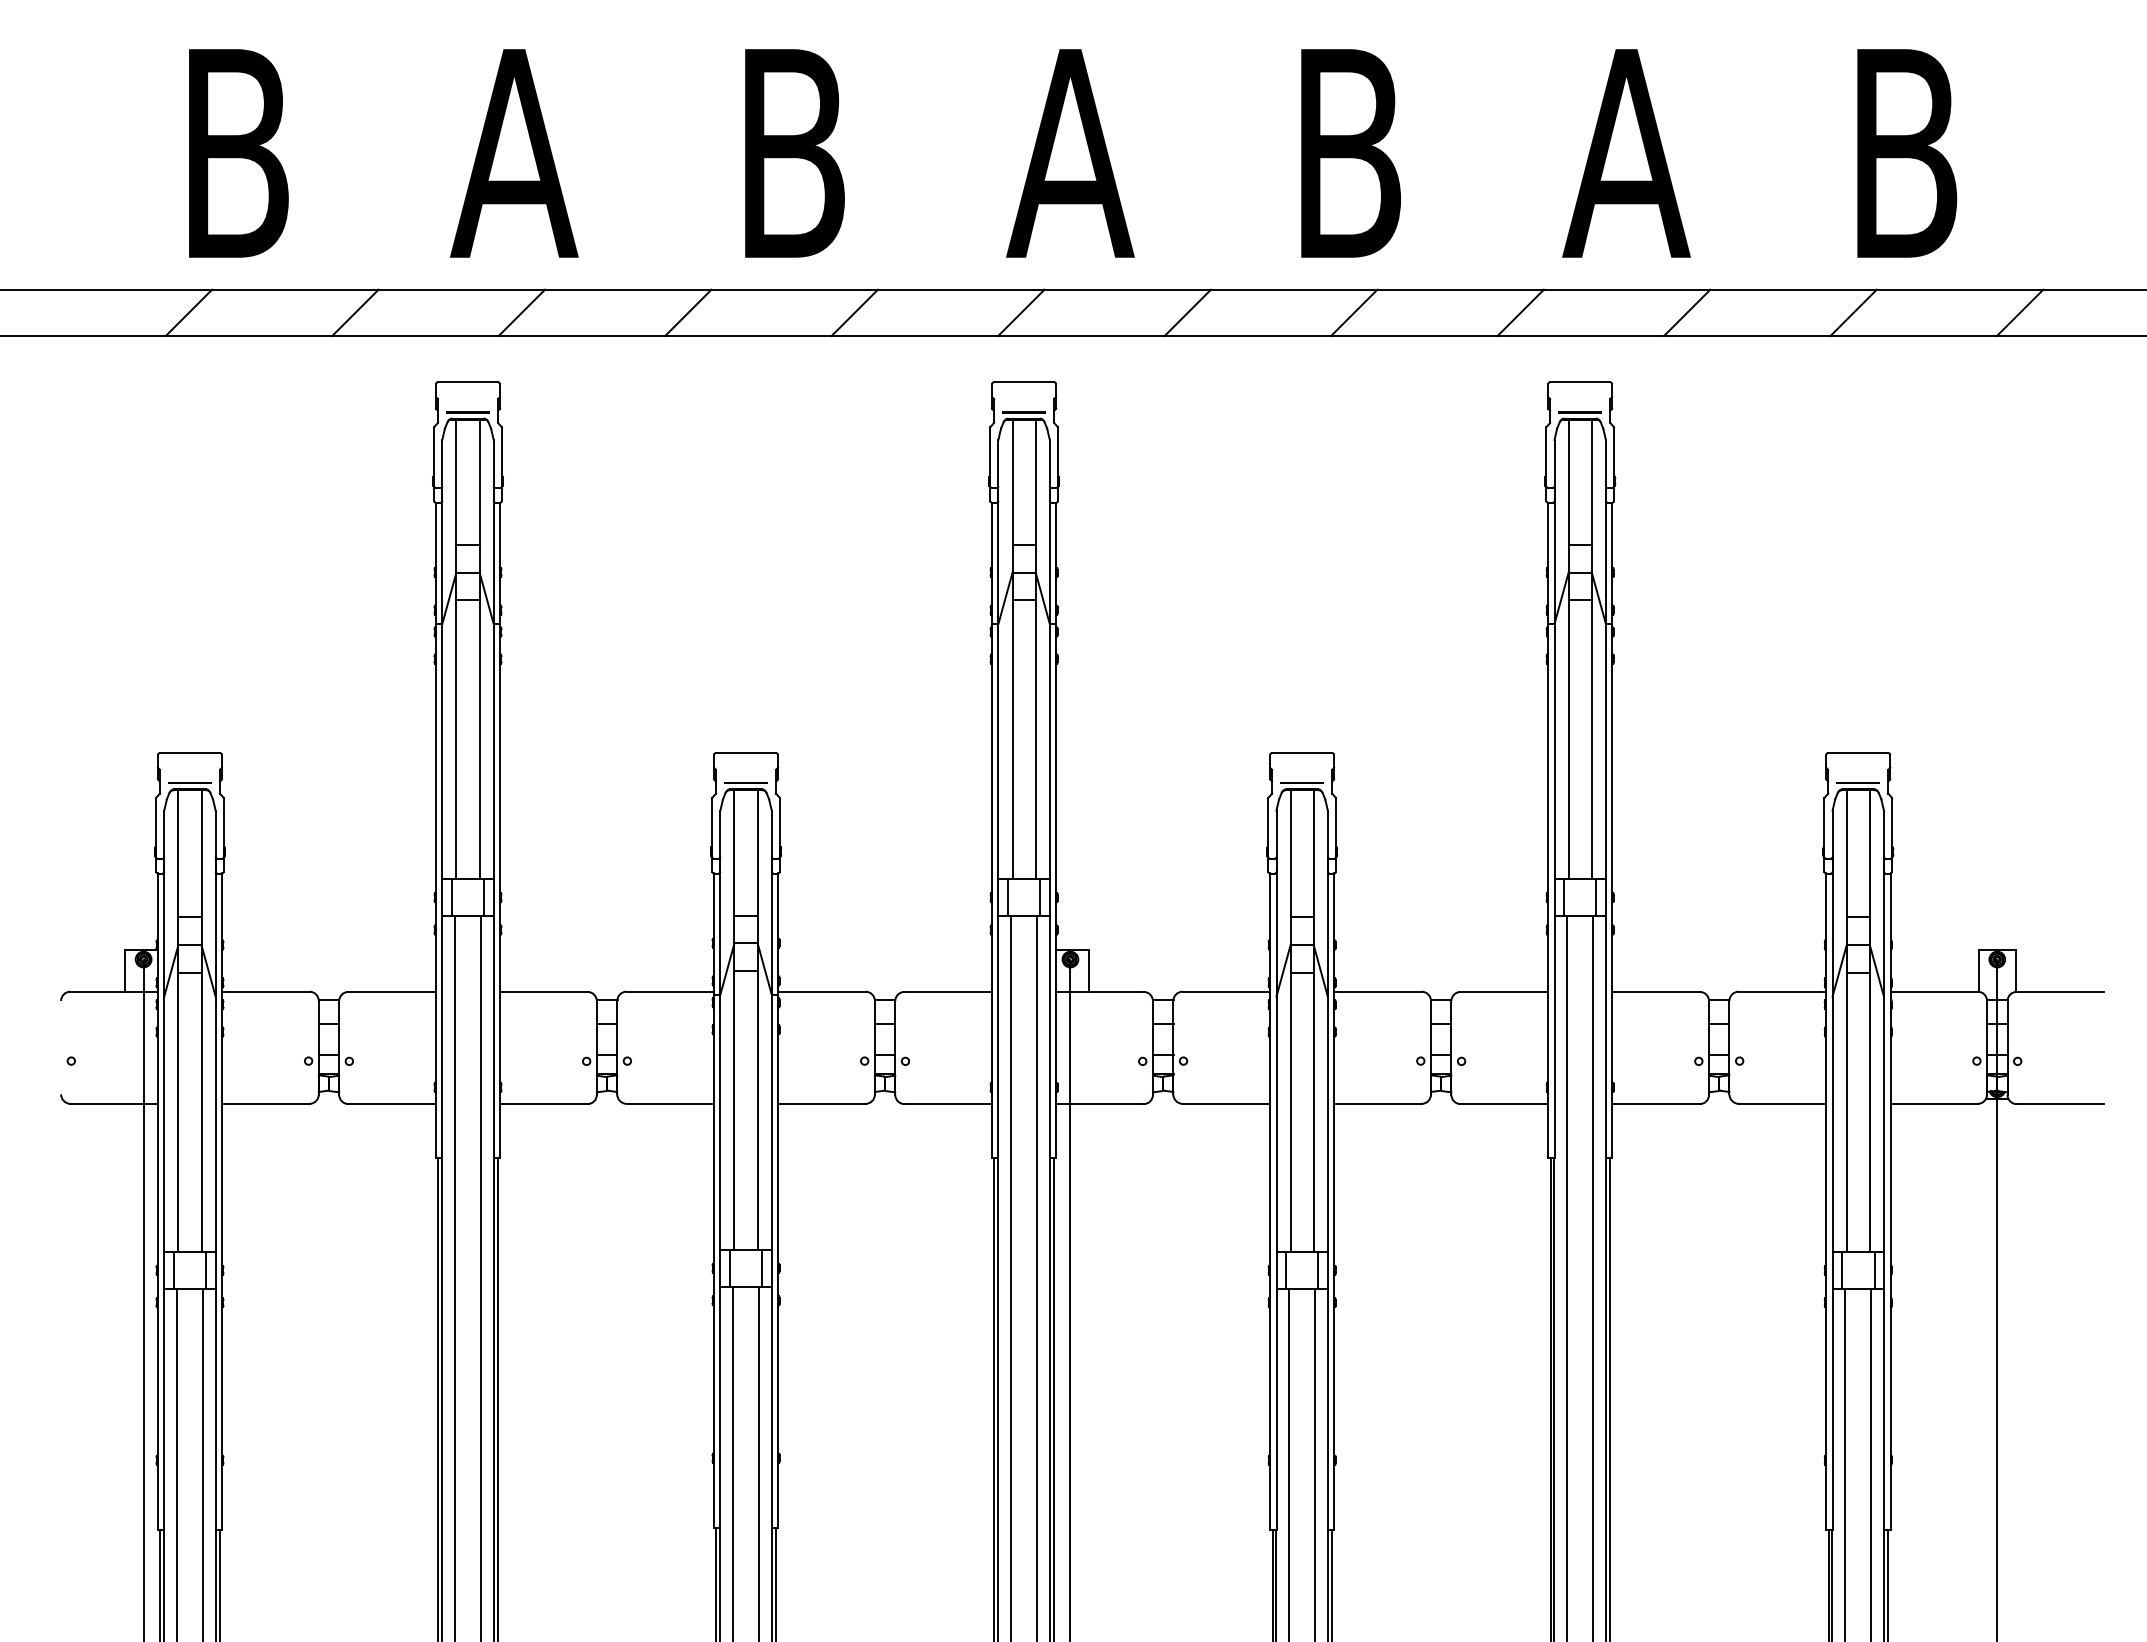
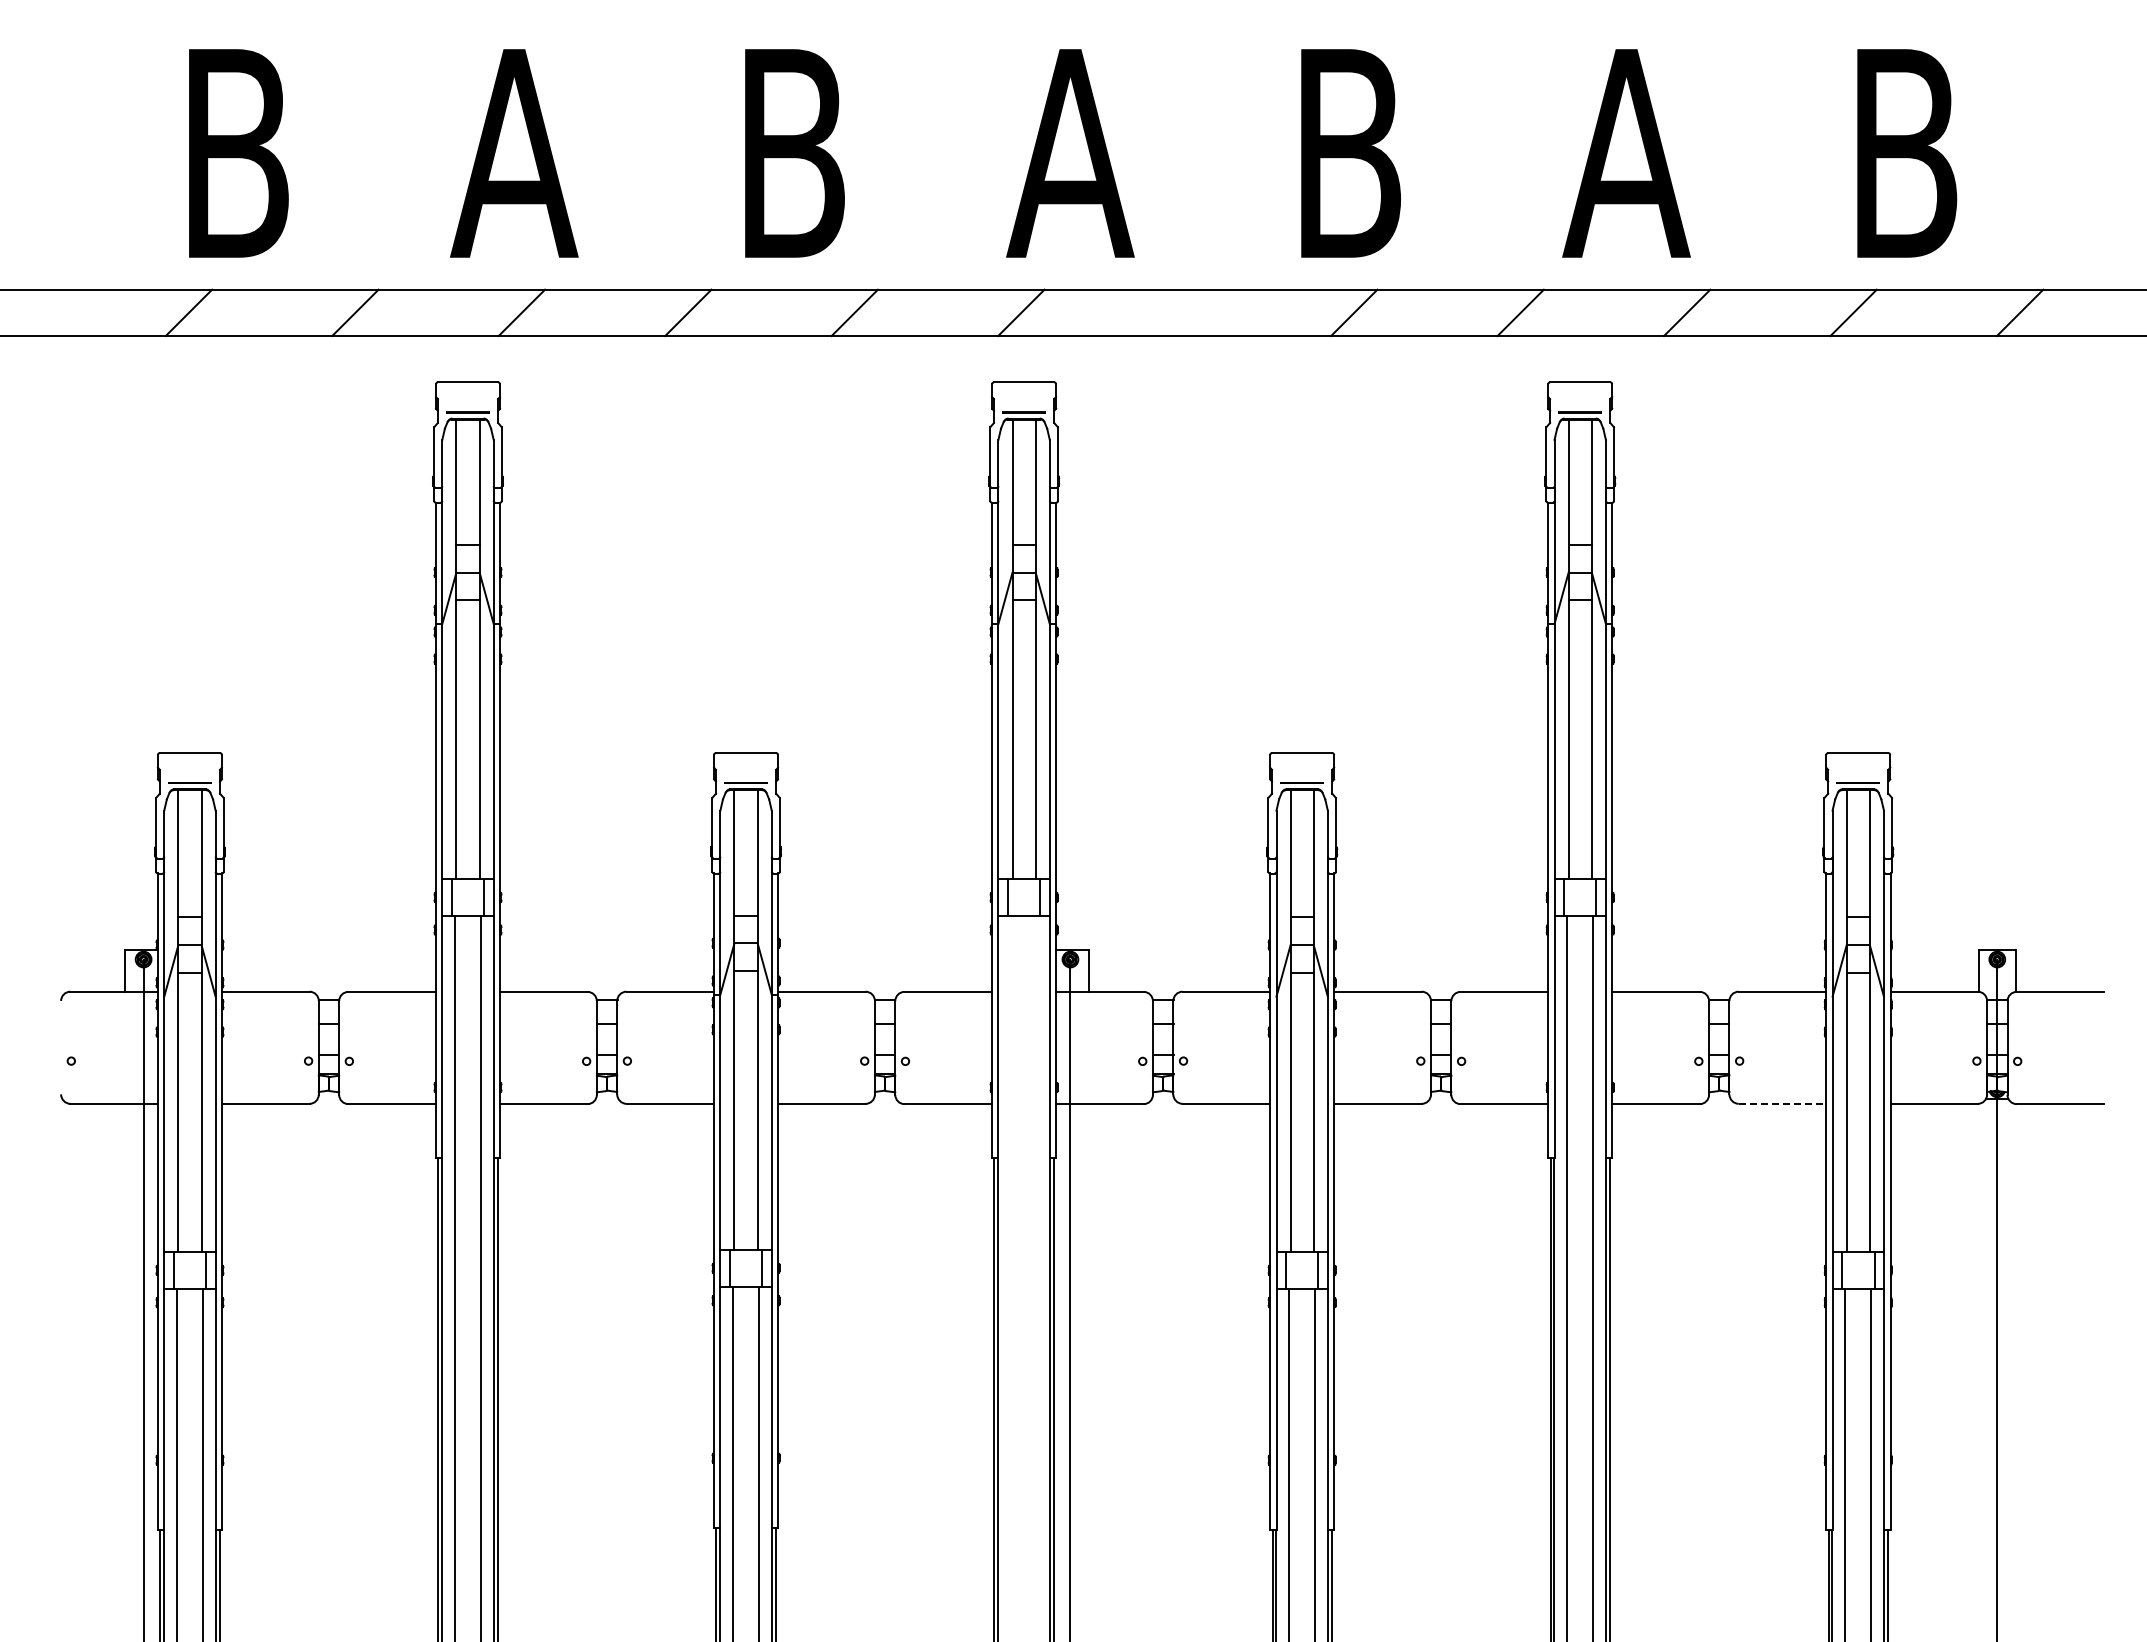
line at (1187, 312): present -> none
line at (1782, 1103): solid -> dashed
line at (1011, 1277): present -> none
line at (1037, 1277): present -> none
